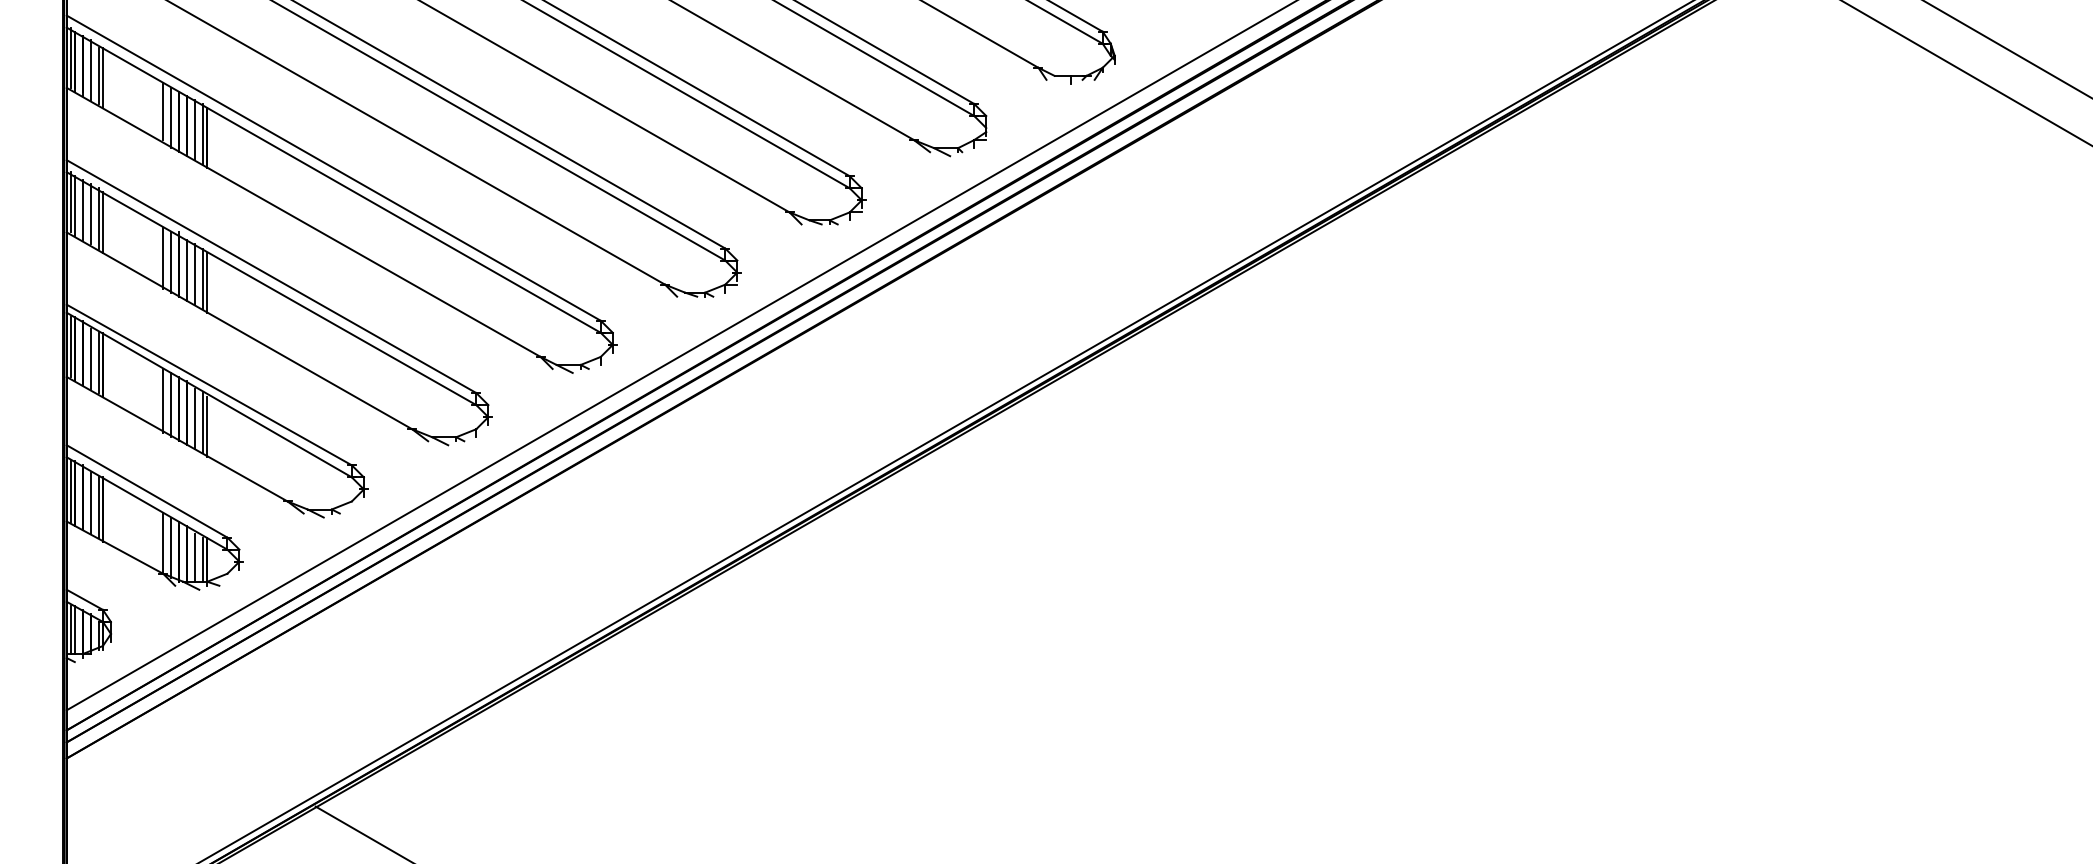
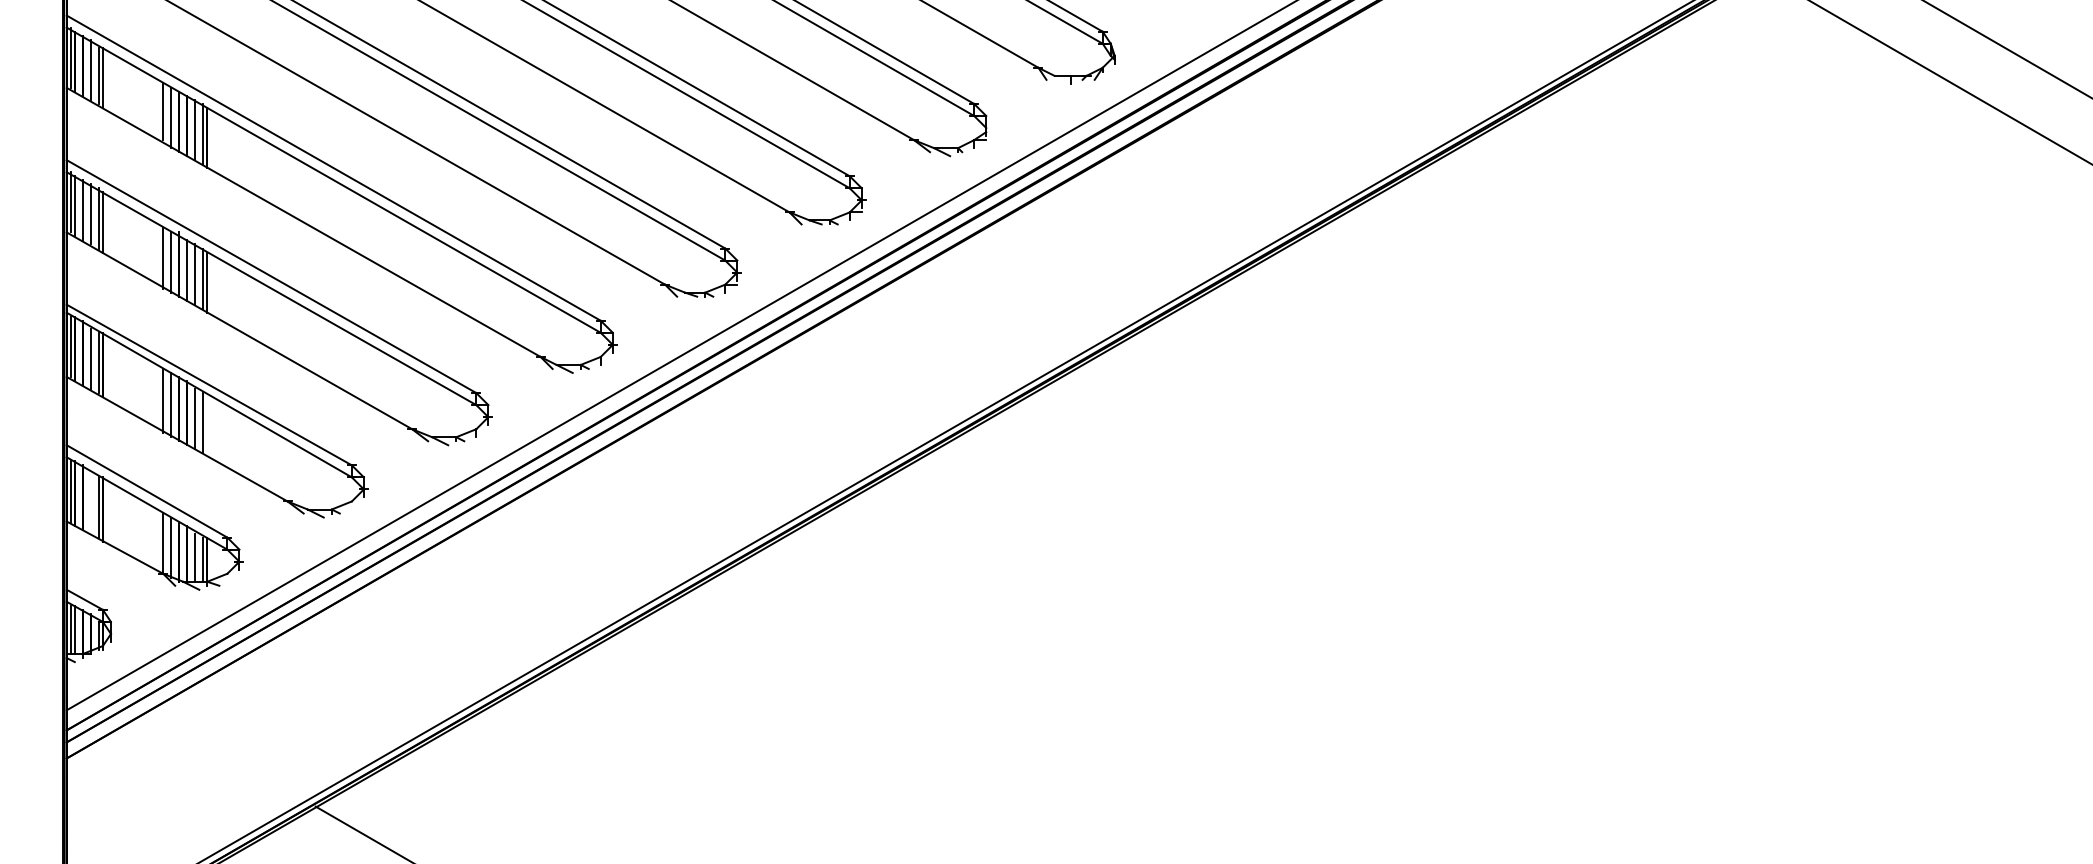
line at (1966, 73) position: (1966, 73) -> (1950, 82)
line at (207, 427): present -> none
line at (90, 503): present -> none
